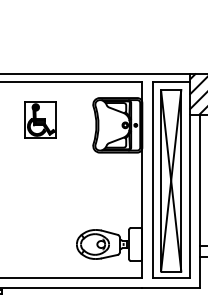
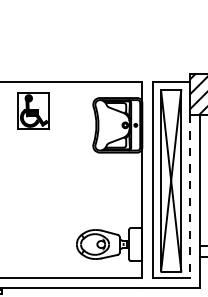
line at (95, 73): present -> none
part at (40, 119) position: (40, 119) -> (33, 110)
line at (189, 196): solid -> dashed
